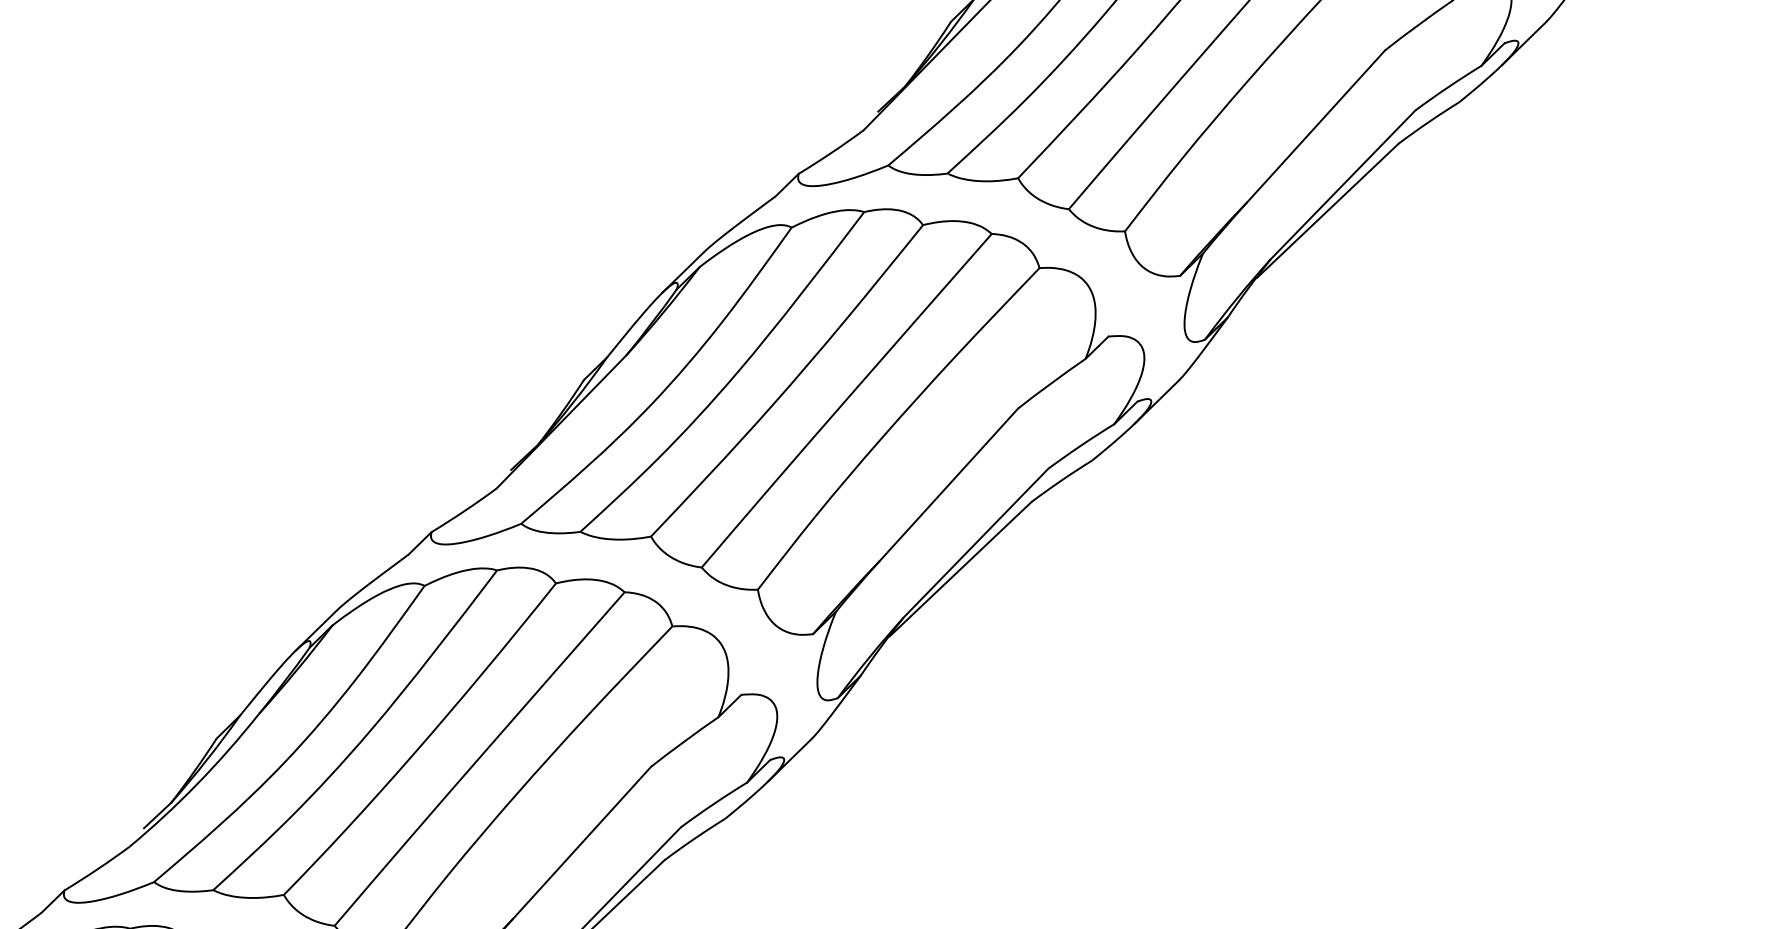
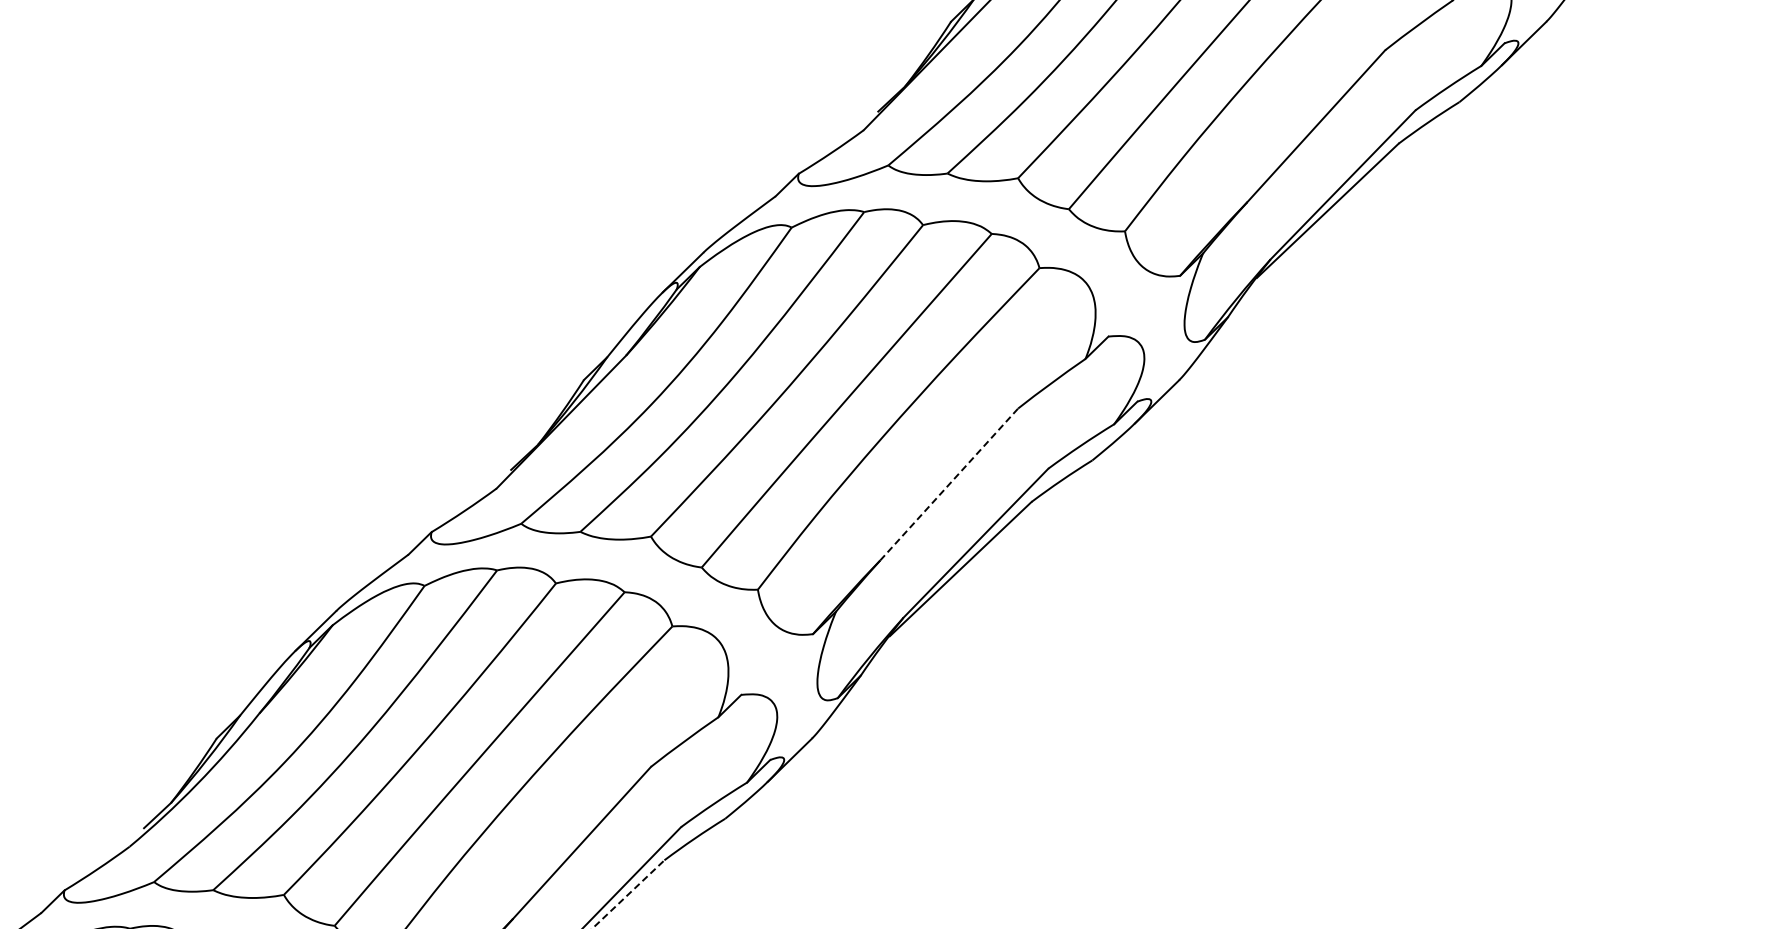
line at (949, 484): solid -> dashed
line at (628, 894): solid -> dashed
